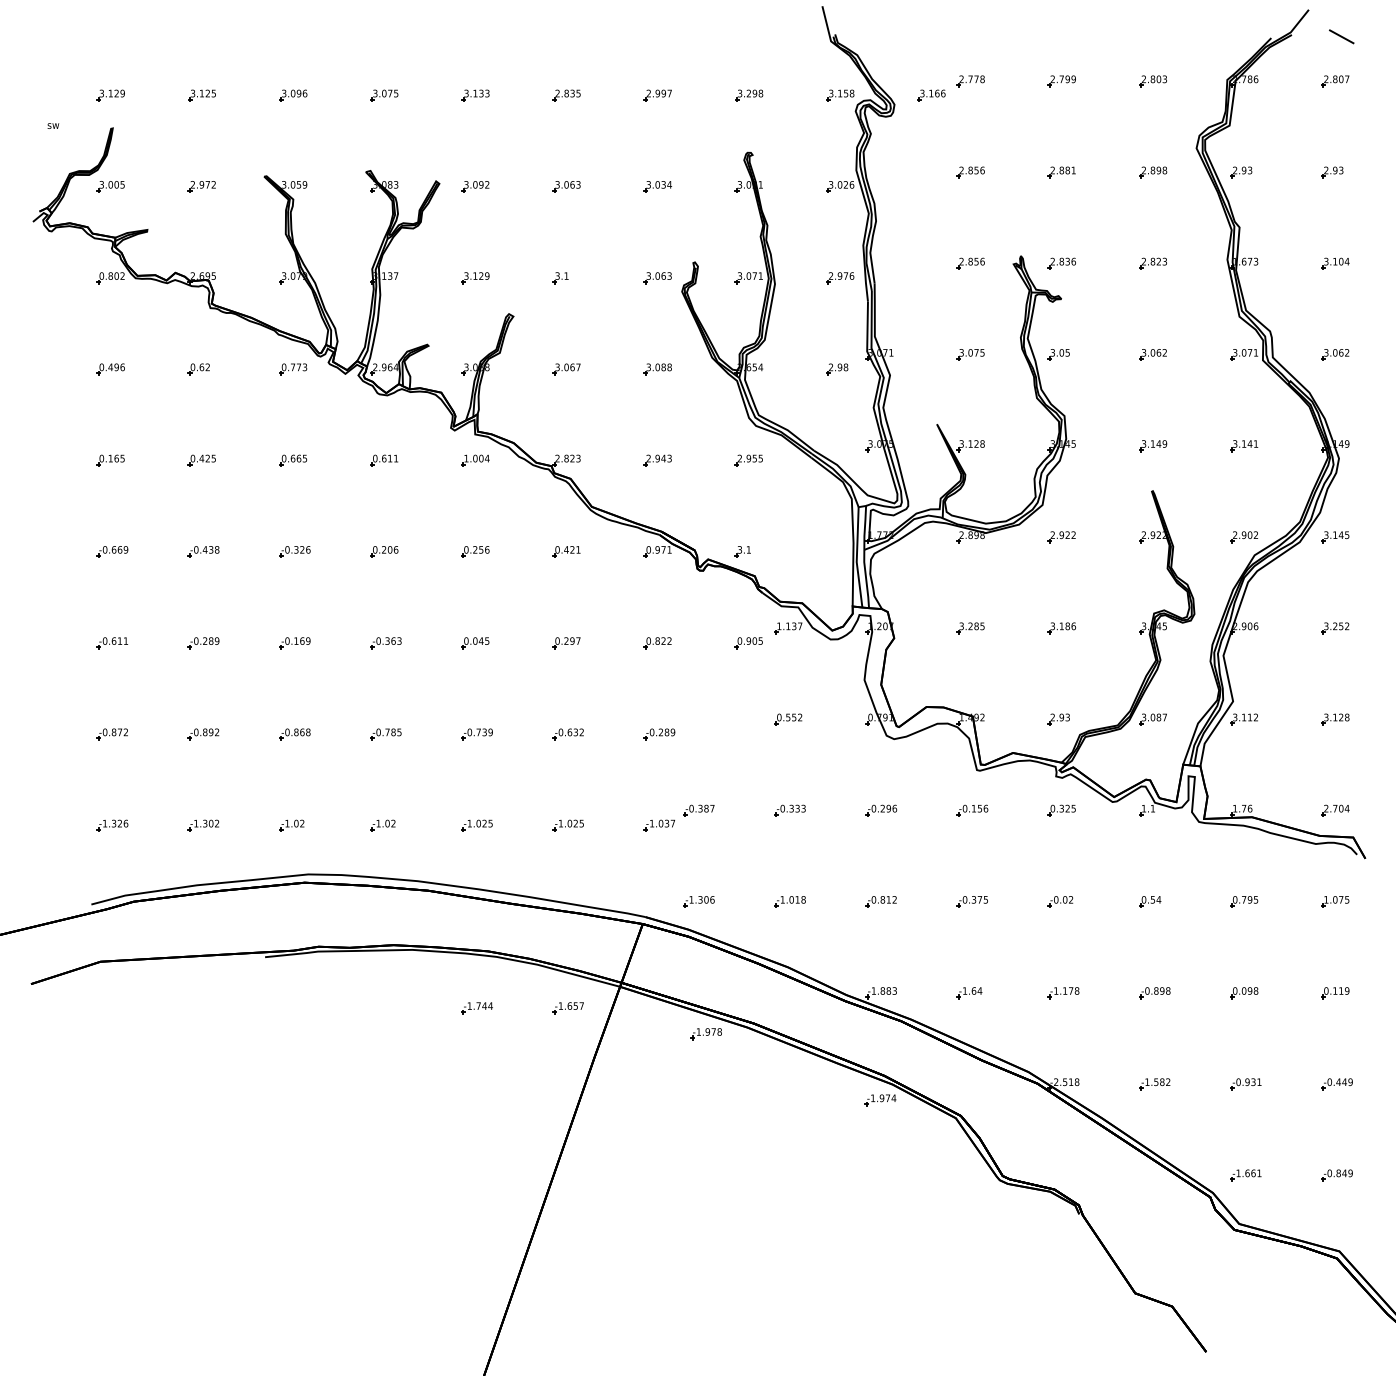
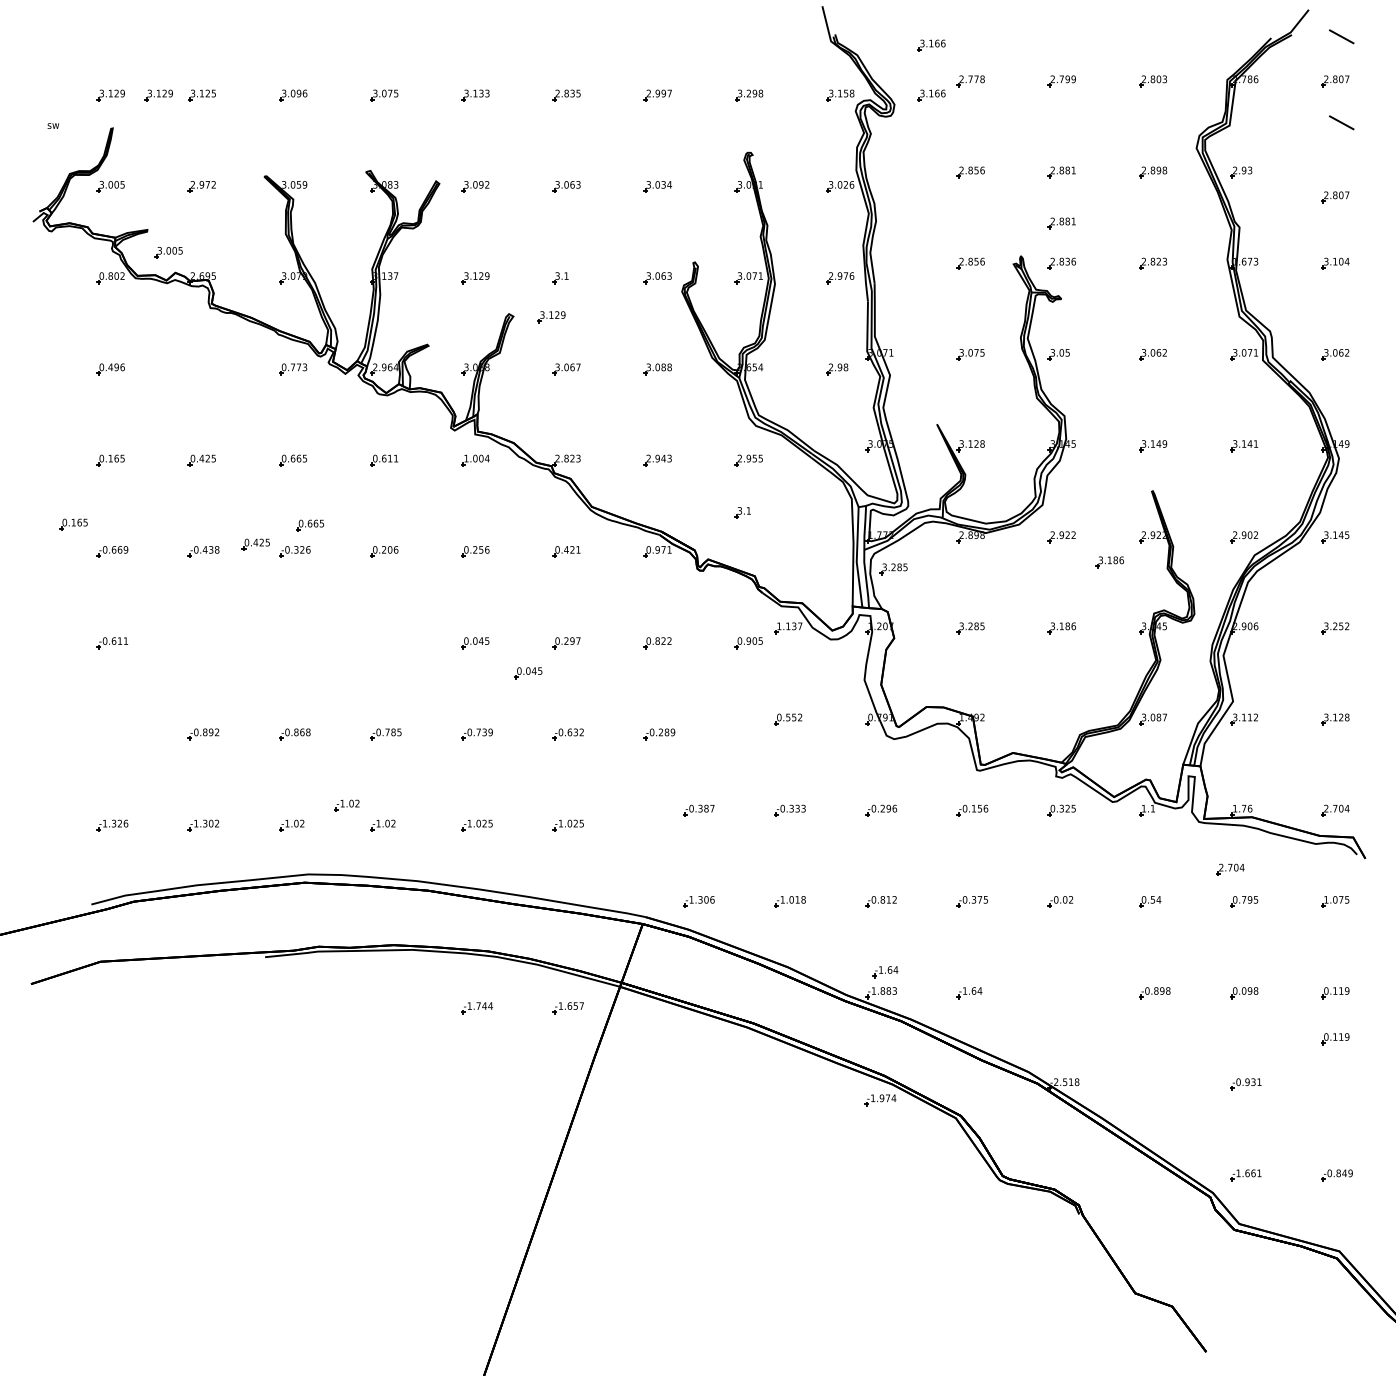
part at (931, 45): none -> present
part at (158, 95): none -> present
line at (1341, 122): none -> present
part at (1332, 172): present -> none
part at (1335, 197): none -> present
part at (1061, 223): none -> present
part at (168, 252): none -> present
part at (551, 317): none -> present
part at (198, 369): present -> none
part at (73, 524): none -> present
part at (309, 525): none -> present
part at (255, 544): none -> present
part at (742, 551) position: (742, 551) -> (742, 512)
part at (1109, 562): none -> present
part at (893, 569): none -> present
part at (203, 643): present -> none
part at (294, 643): present -> none
part at (385, 643): present -> none
part at (528, 673): none -> present
part at (1058, 719): present -> none
part at (111, 734): present -> none
part at (346, 805): none -> present
part at (658, 825): present -> none
part at (1230, 869): none -> present
part at (885, 972): none -> present
part at (1063, 993): present -> none
part at (705, 1034): present -> none
part at (1335, 1039): none -> present
part at (1154, 1084): present -> none
part at (1336, 1084): present -> none
